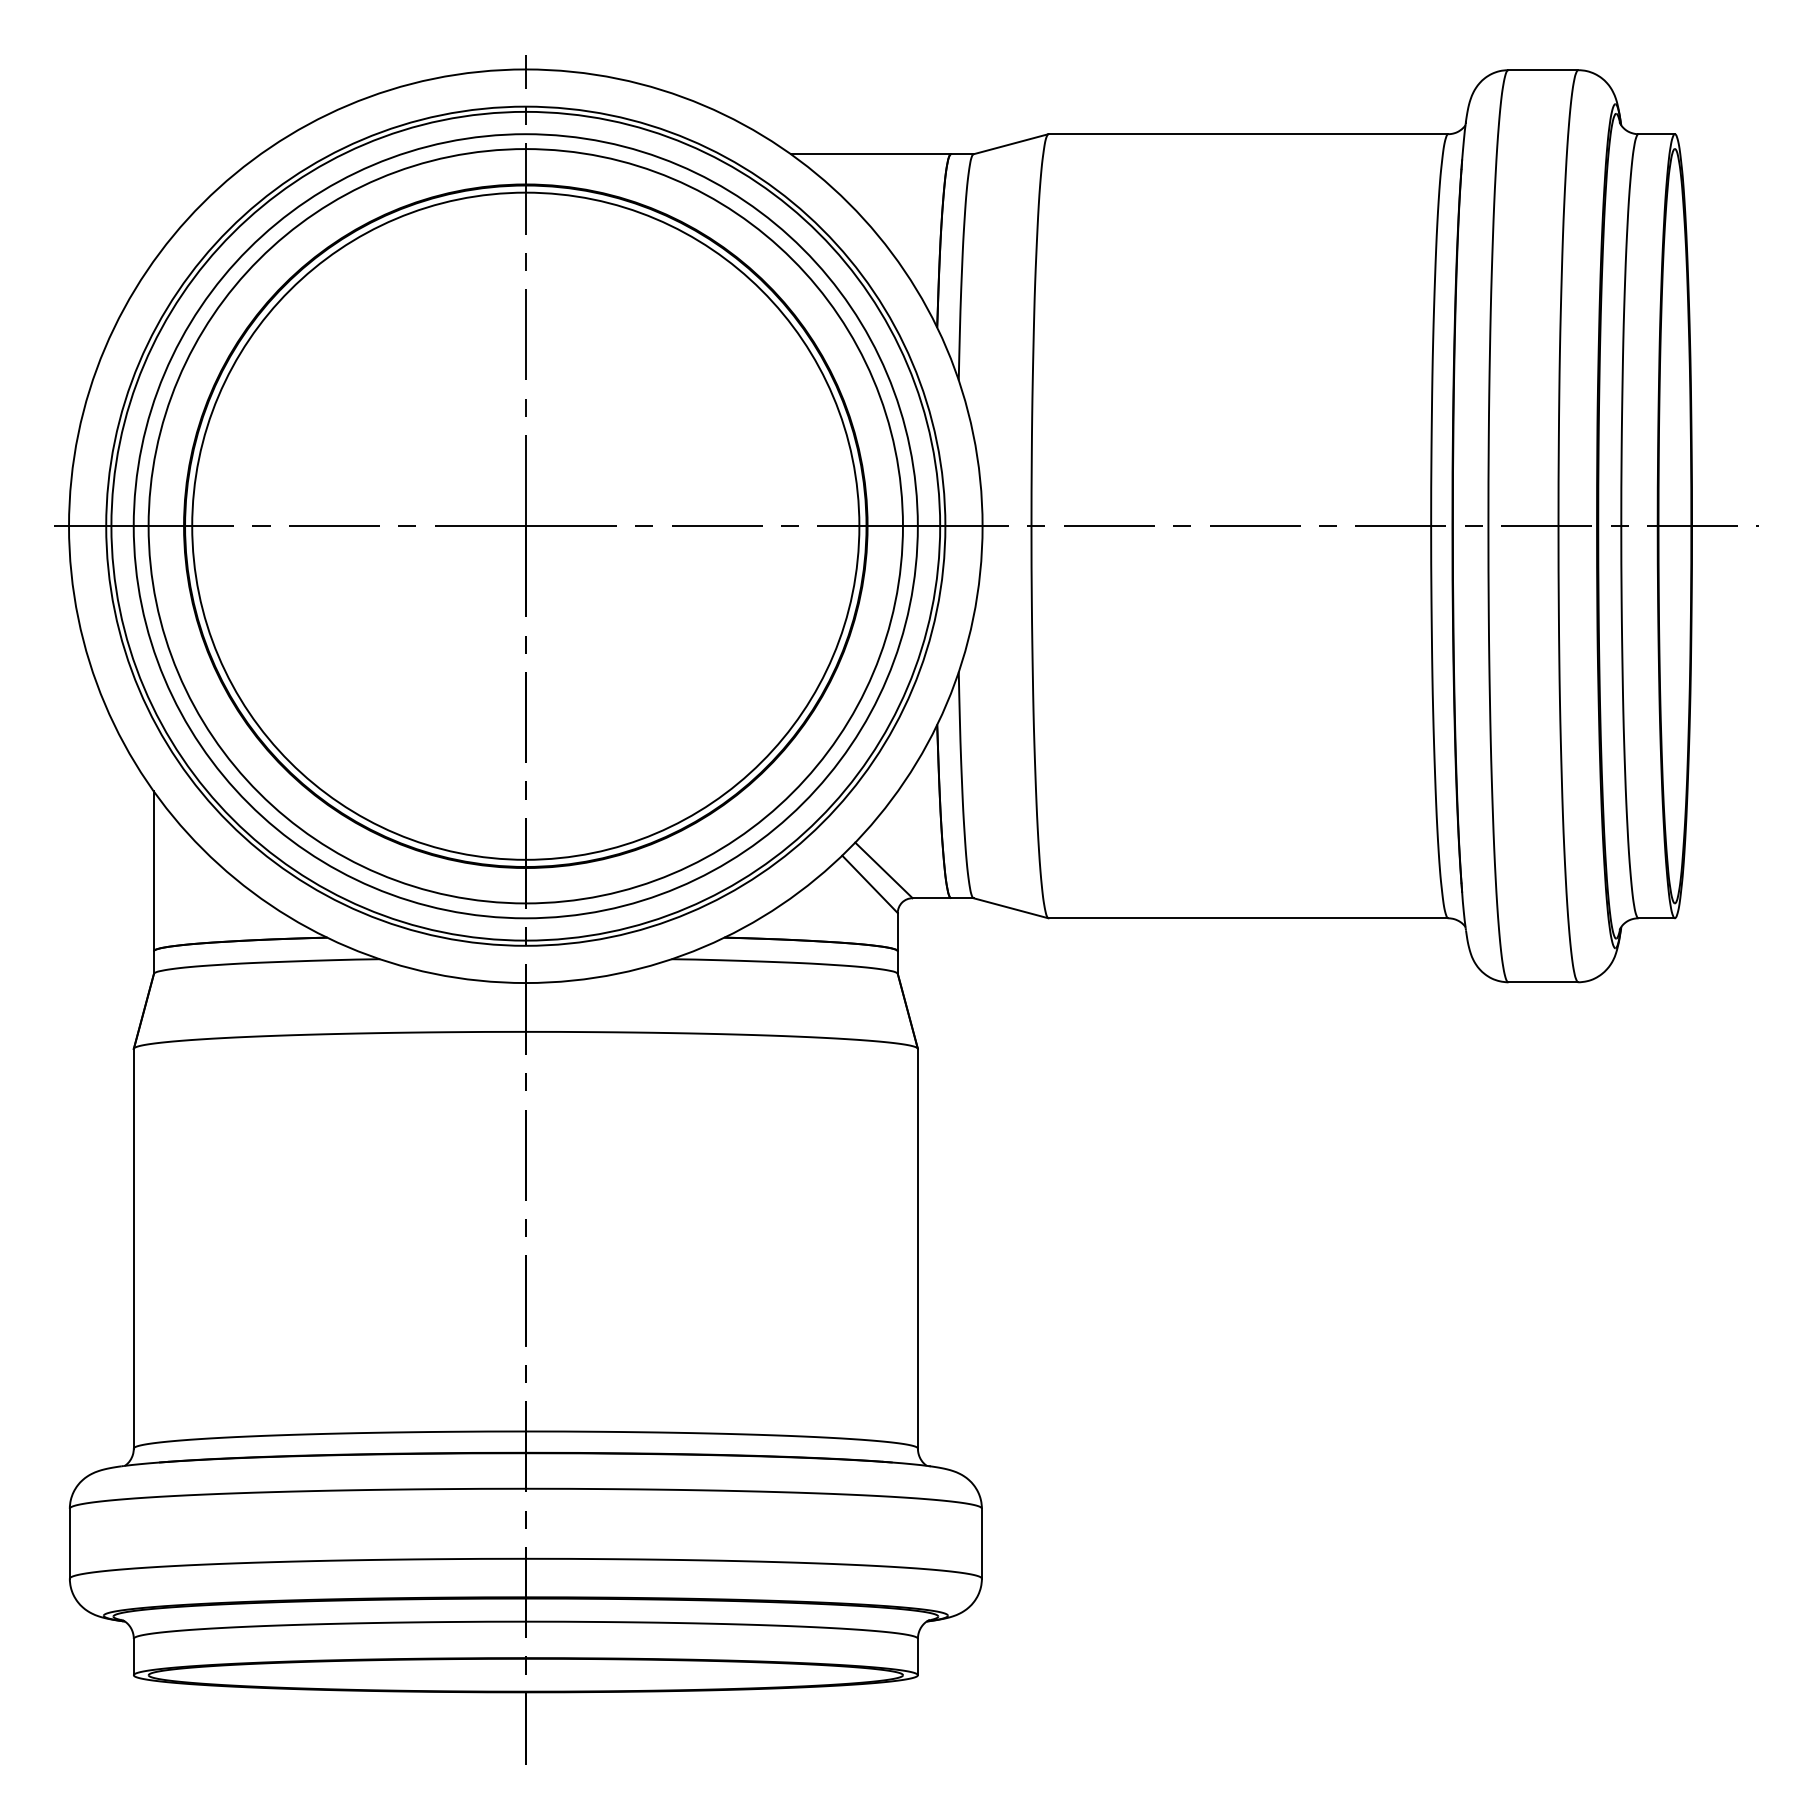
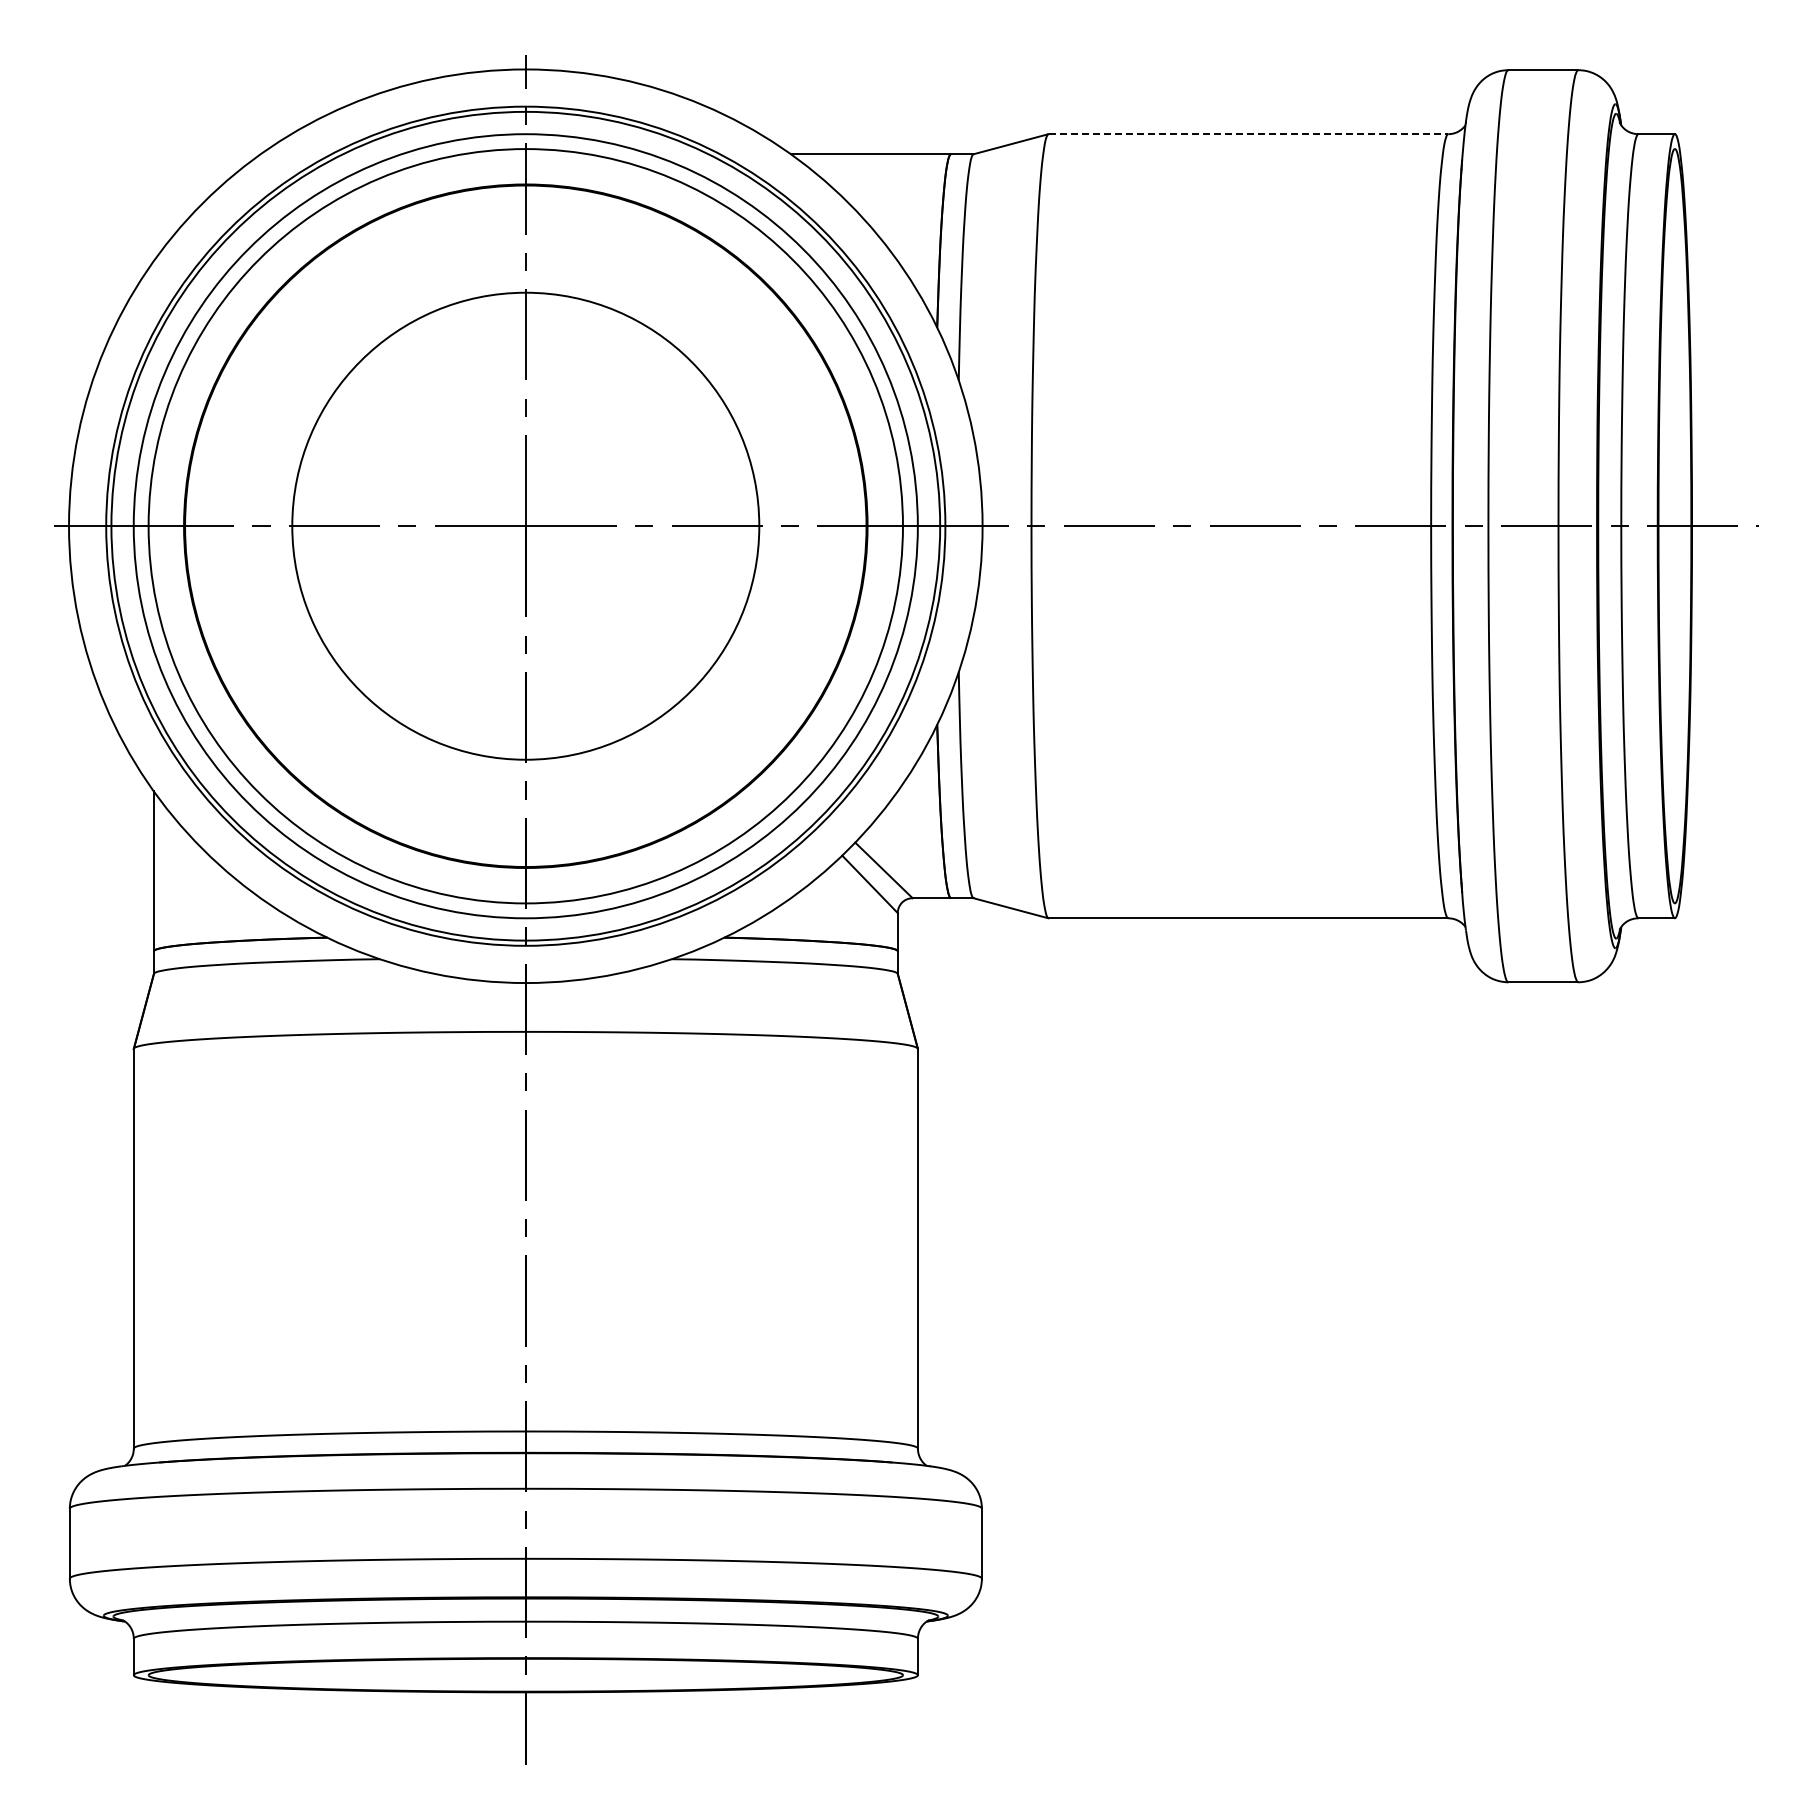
line at (1248, 134): solid -> dashed
circle at (525, 525) diameter: 667 px -> 467 px
